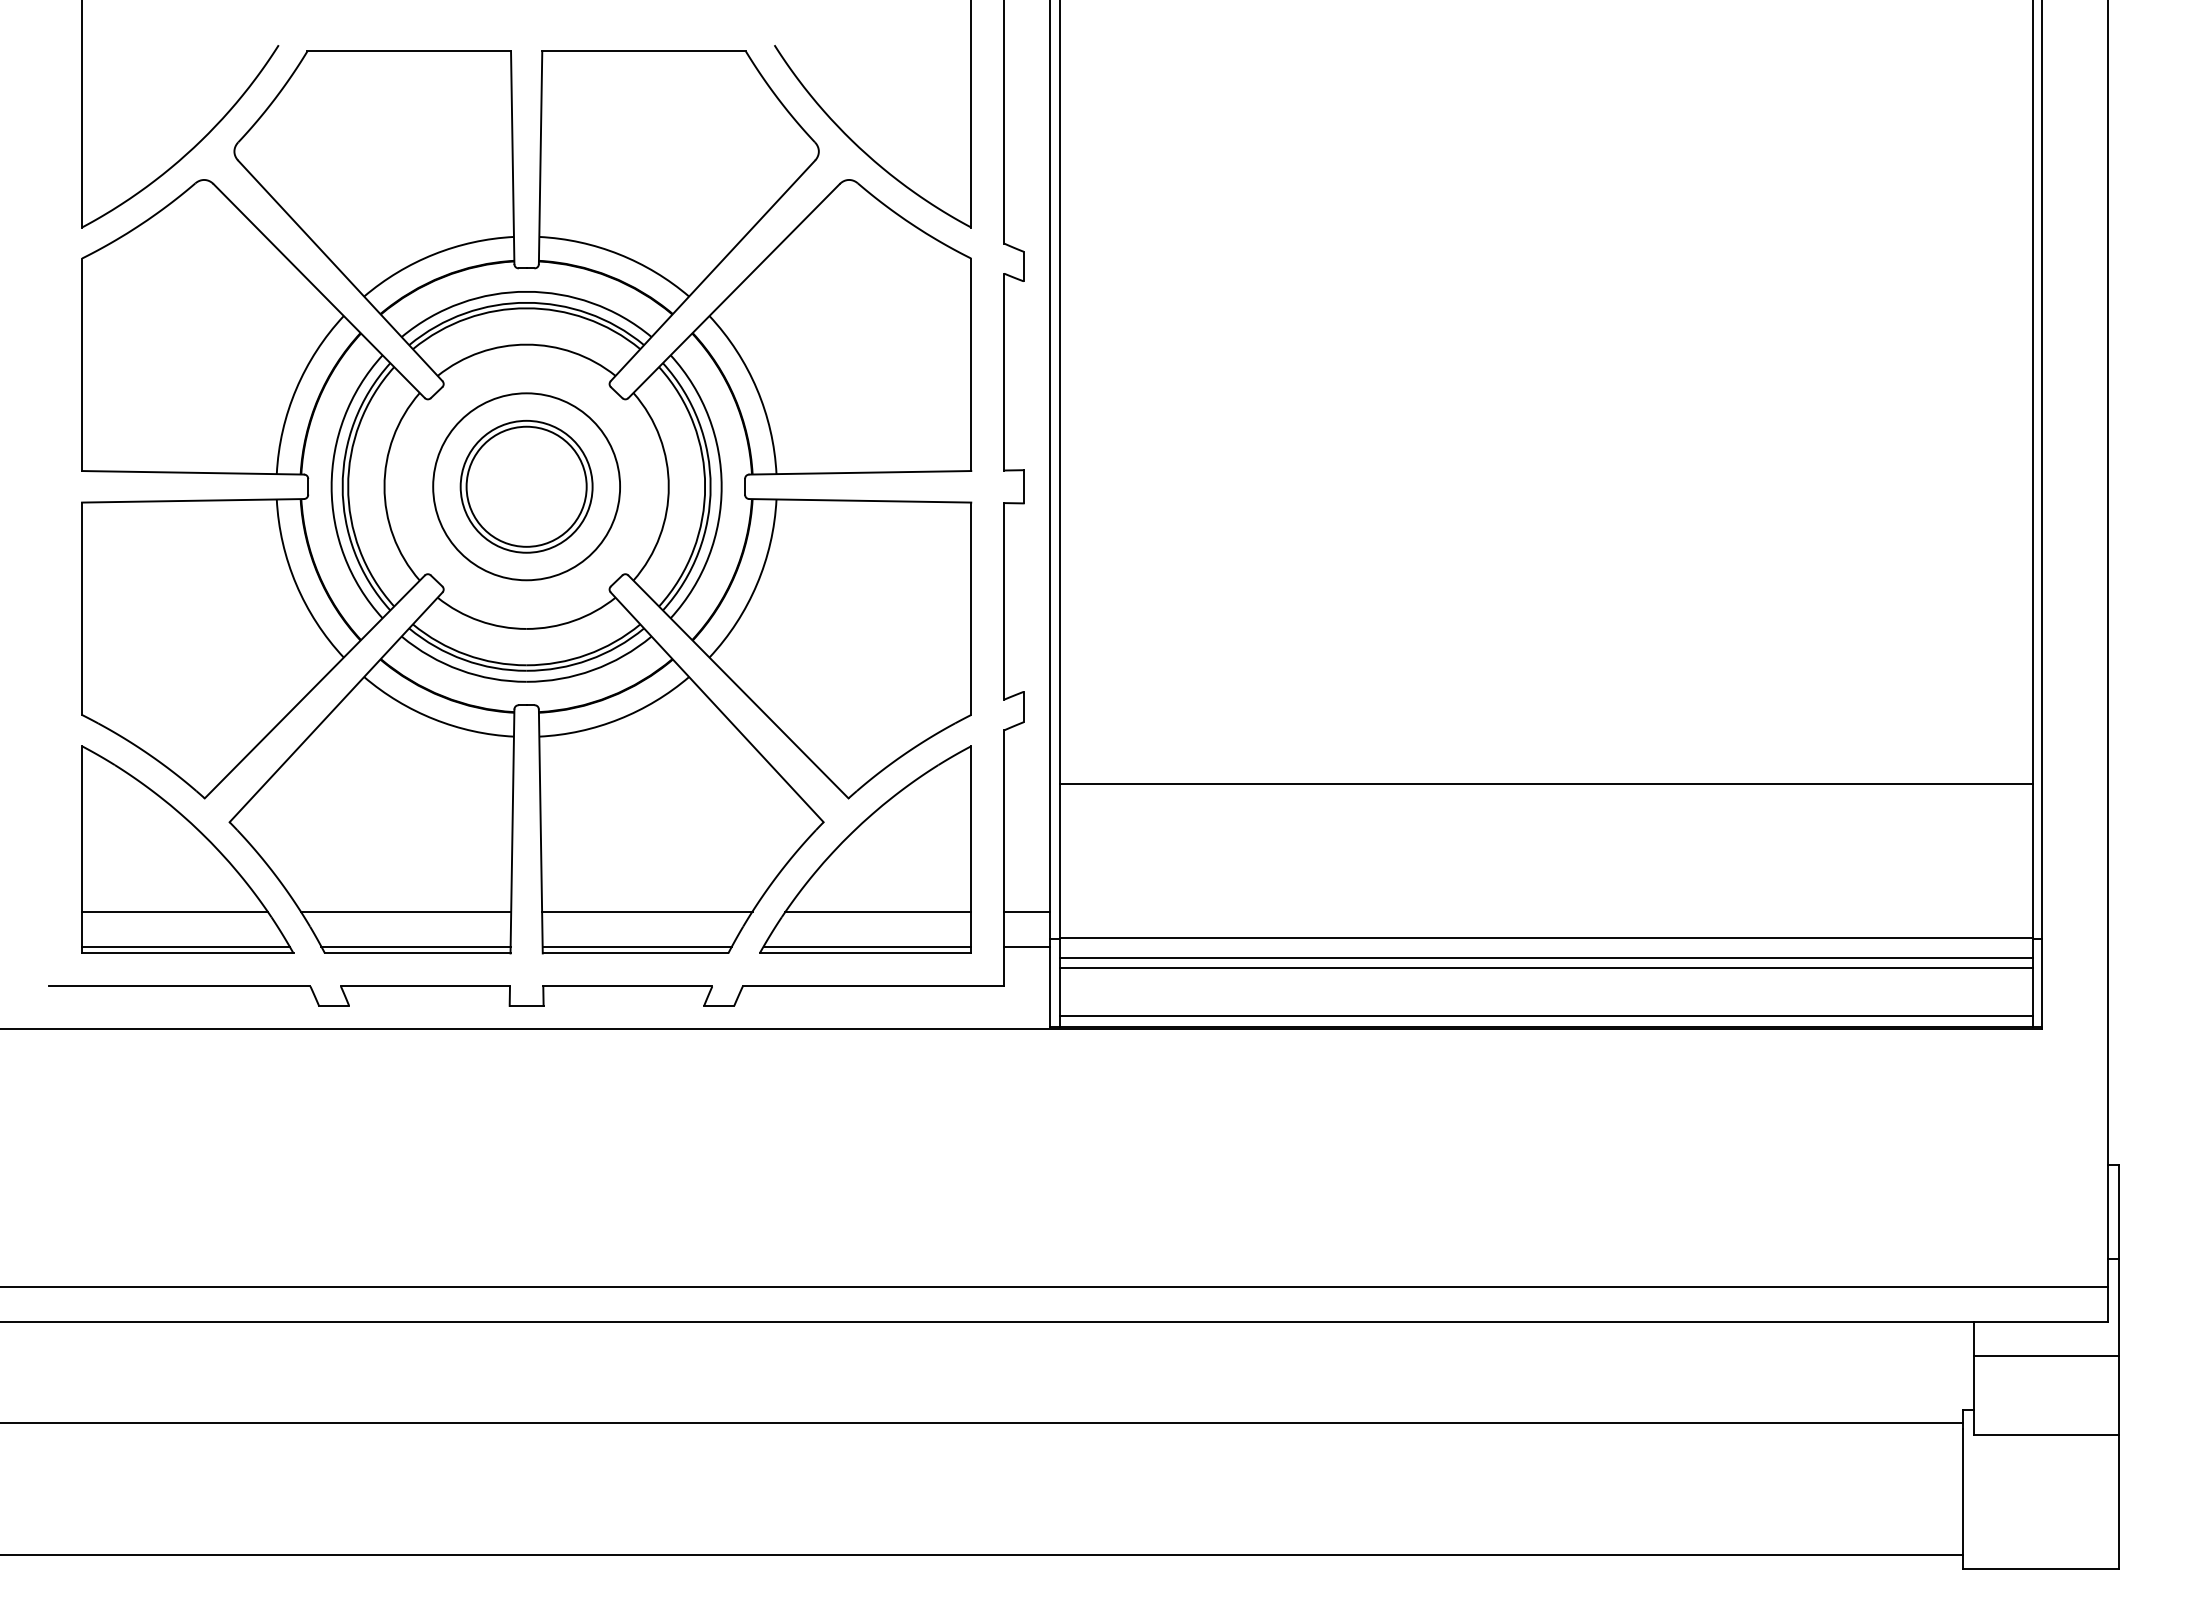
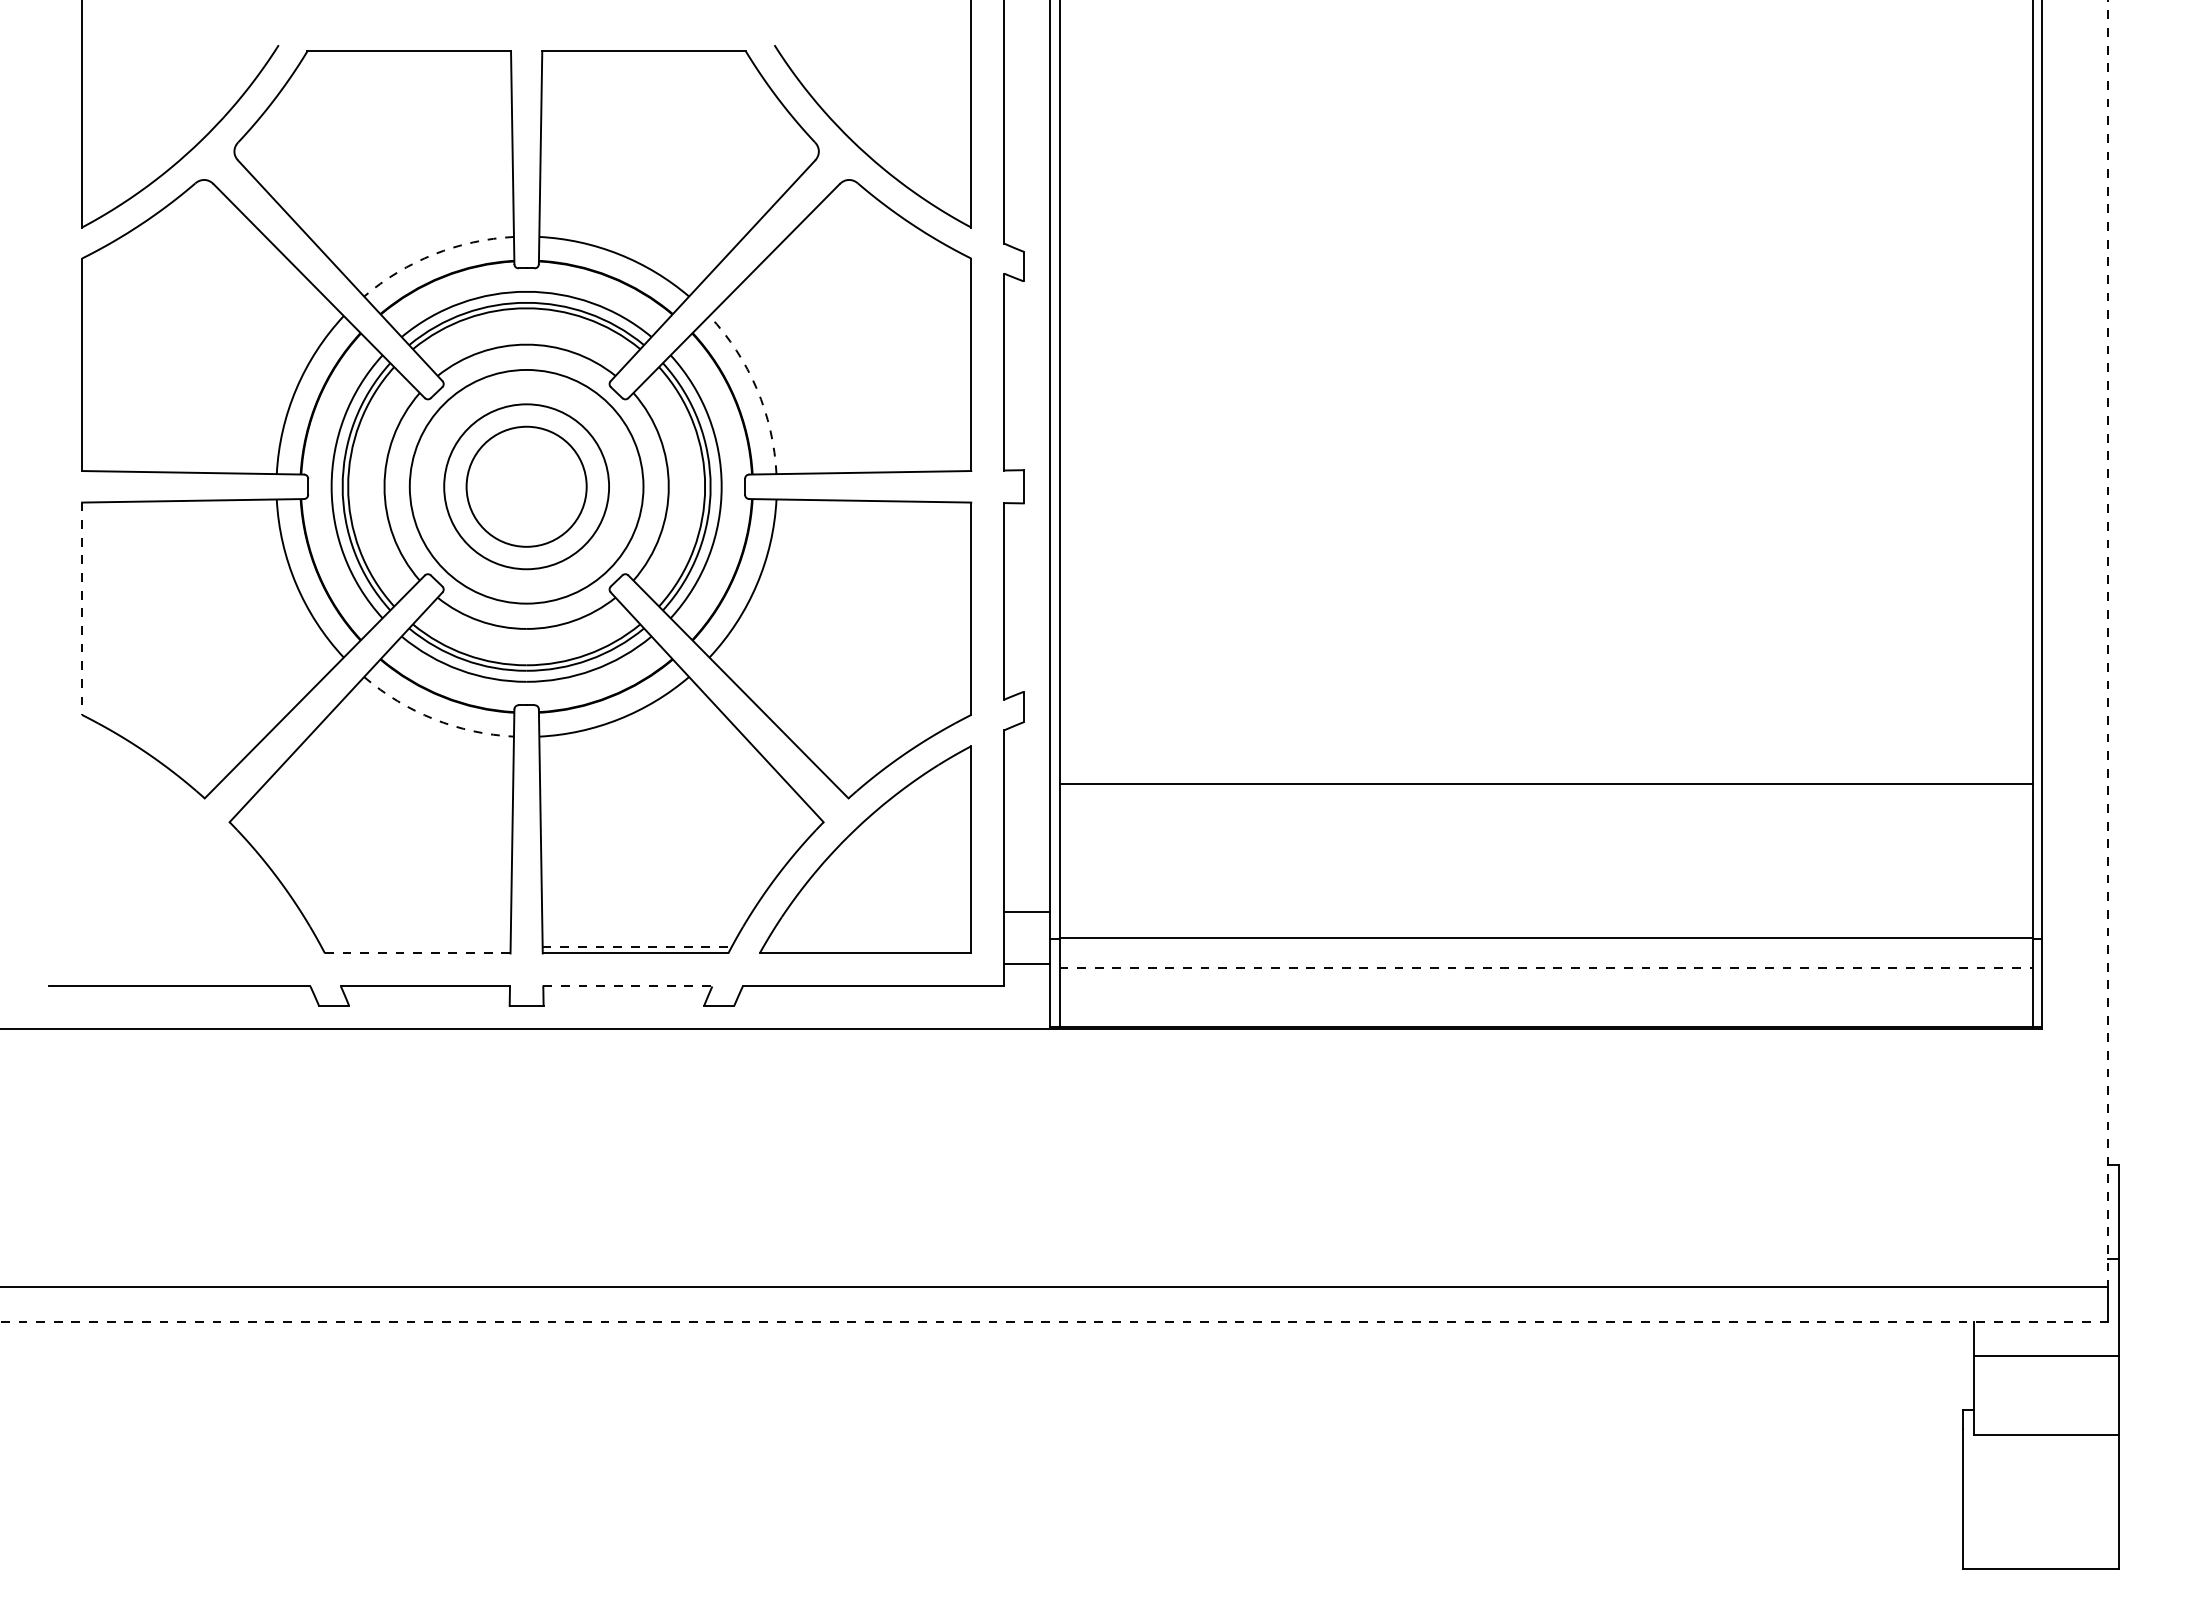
arc at (434, 254): solid -> dashed
arc at (756, 389): solid -> dashed
circle at (526, 486) diameter: 132 px -> 165 px
circle at (526, 486) diameter: 187 px -> 234 px
line at (82, 609): solid -> dashed
line at (2108, 644): solid -> dashed
arc at (434, 719): solid -> dashed
part at (187, 849): present -> none
line at (405, 912): present -> none
line at (647, 912): present -> none
line at (878, 912): present -> none
line at (415, 947): present -> none
line at (637, 947): solid -> dashed
line at (867, 947): present -> none
line at (1027, 947) position: (1027, 947) -> (1027, 964)
line at (417, 953): solid -> dashed
line at (1545, 958): present -> none
line at (1546, 968): solid -> dashed
line at (627, 986): solid -> dashed
line at (1545, 1016): present -> none
line at (1054, 1322): solid -> dashed
line at (982, 1423): present -> none
line at (982, 1555): present -> none
